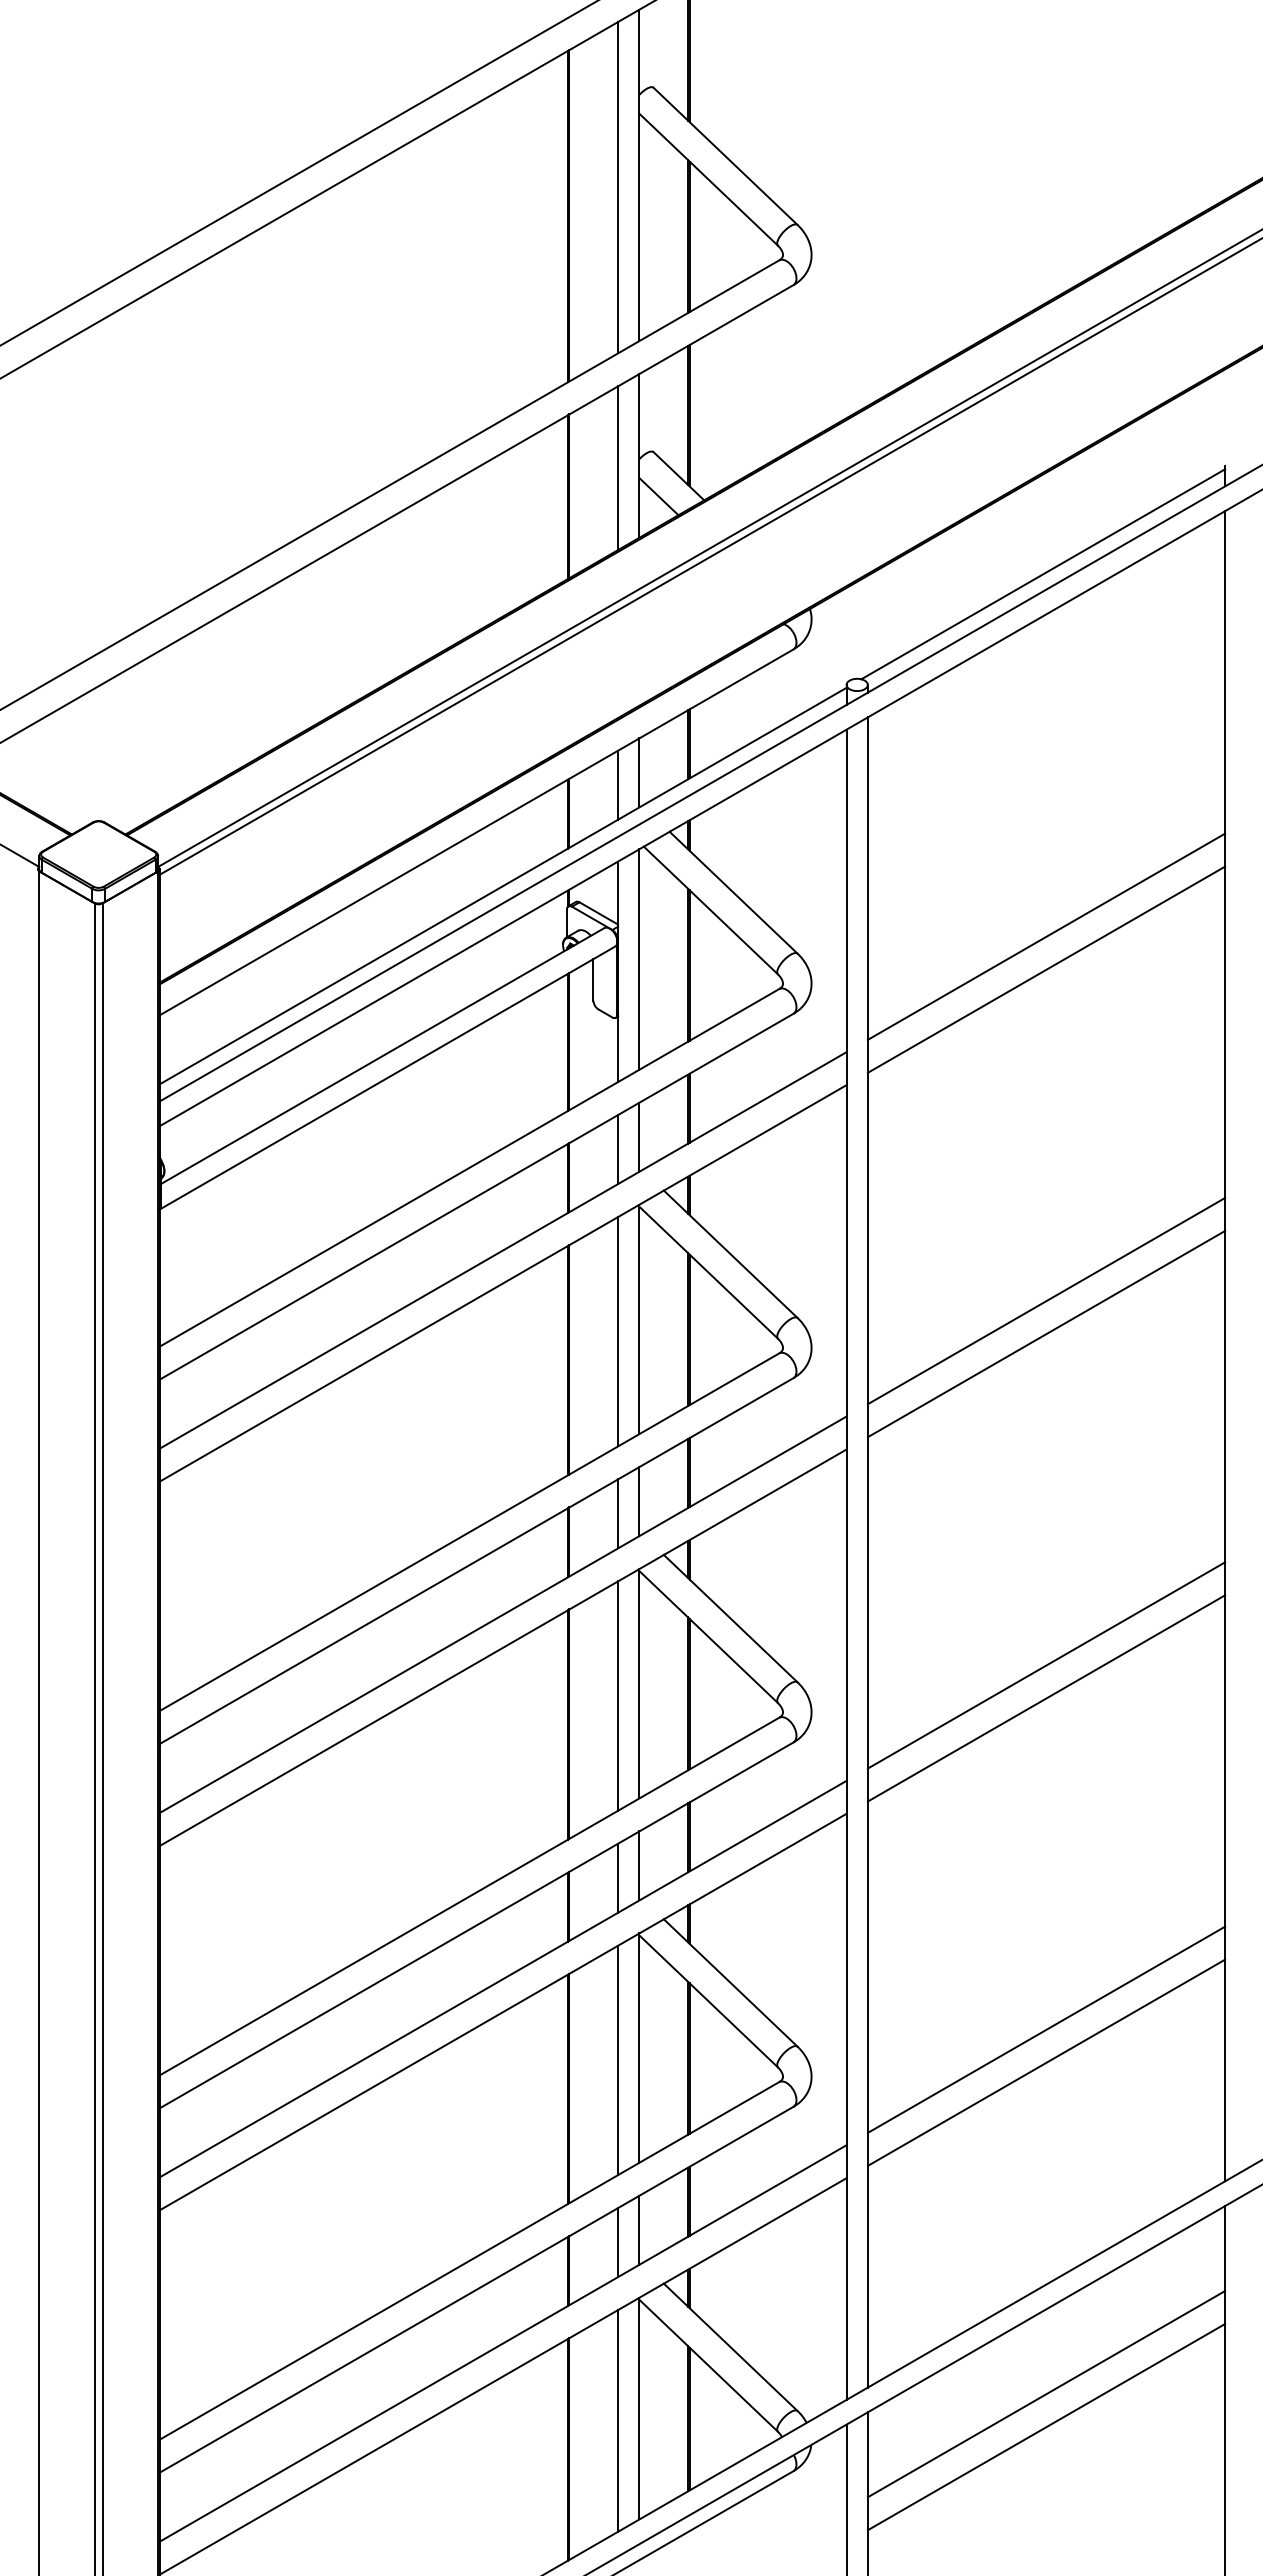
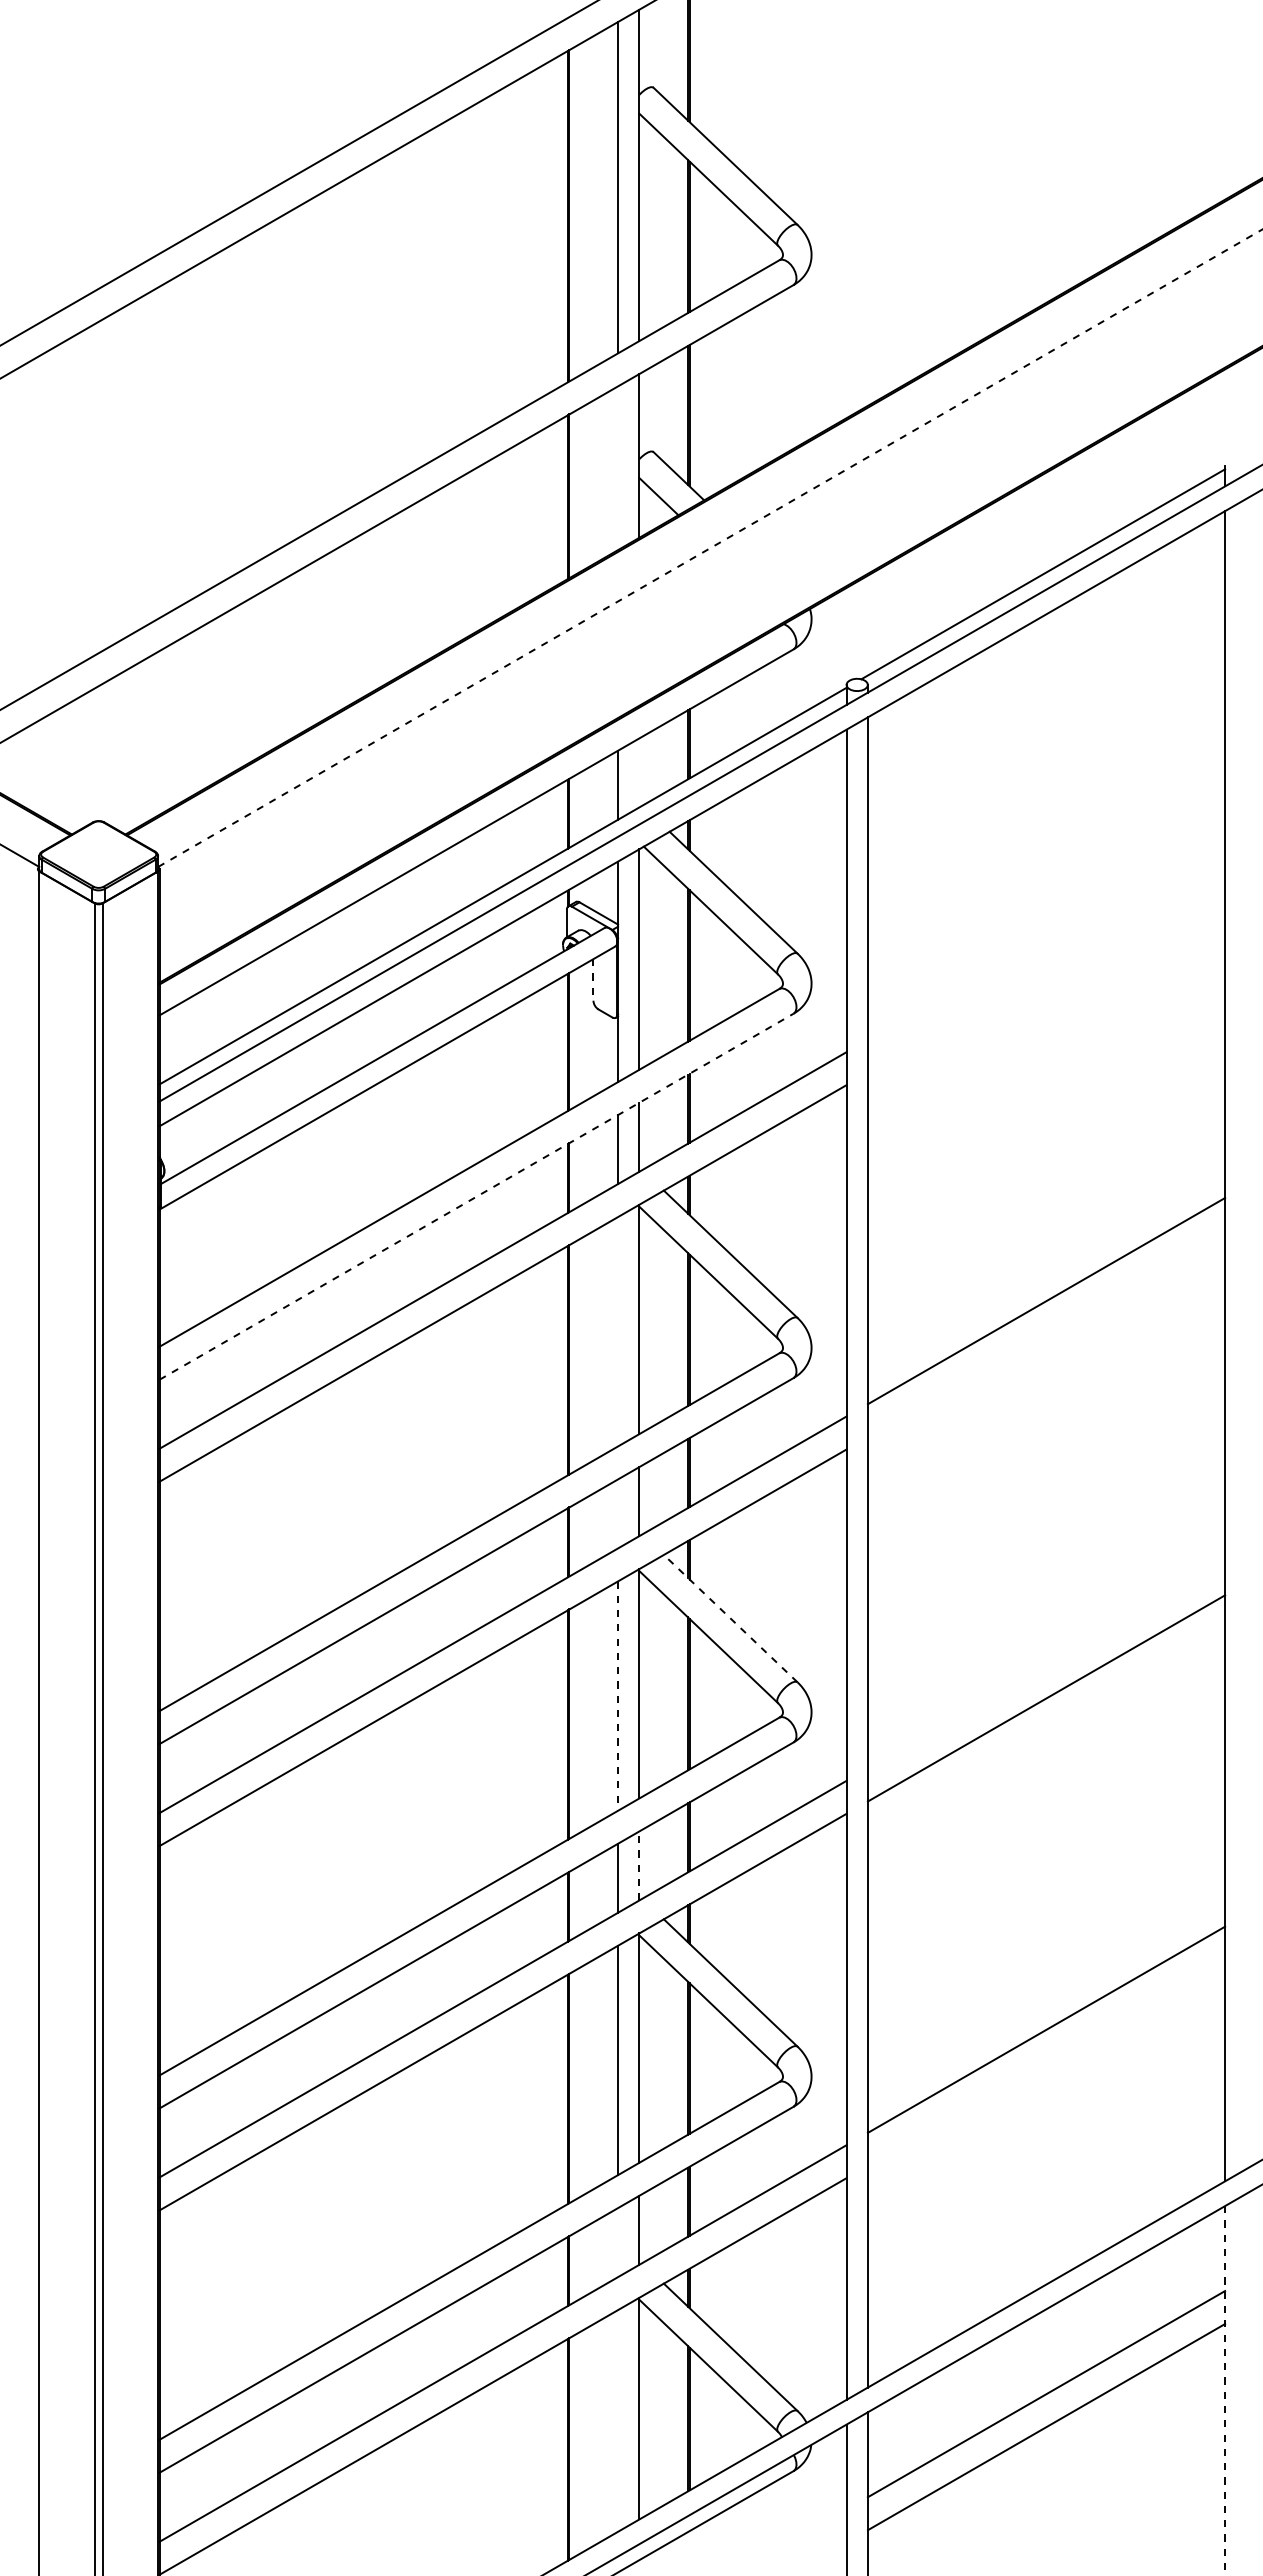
line at (618, 468): present -> none
line at (710, 548): solid -> dashed
line at (709, 556): present -> none
line at (639, 772): present -> none
line at (1046, 936): present -> none
line at (1046, 969): present -> none
line at (593, 979): solid -> dashed
line at (477, 1196): solid -> dashed
line at (618, 1331): present -> none
line at (1046, 1333): present -> none
line at (618, 1513): present -> none
line at (730, 1618): solid -> dashed
line at (1046, 1665): present -> none
line at (618, 1696): solid -> dashed
line at (639, 1865): solid -> dashed
line at (1046, 2062): present -> none
line at (618, 2242): present -> none
line at (1225, 2390): solid -> dashed
line at (618, 2420): present -> none
